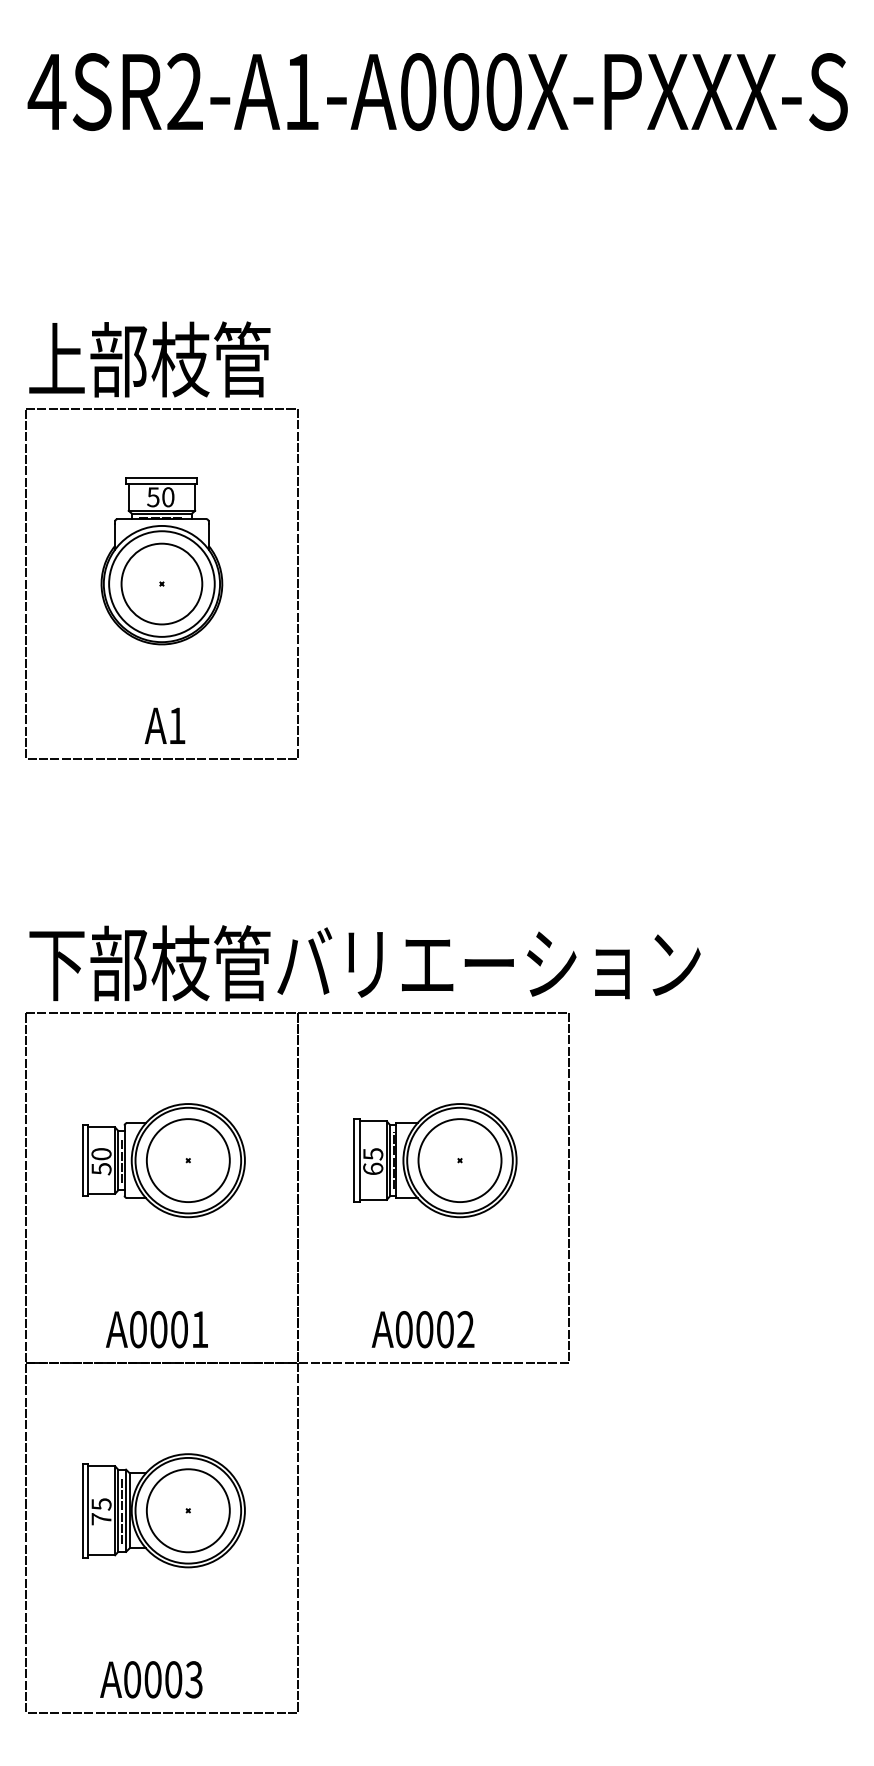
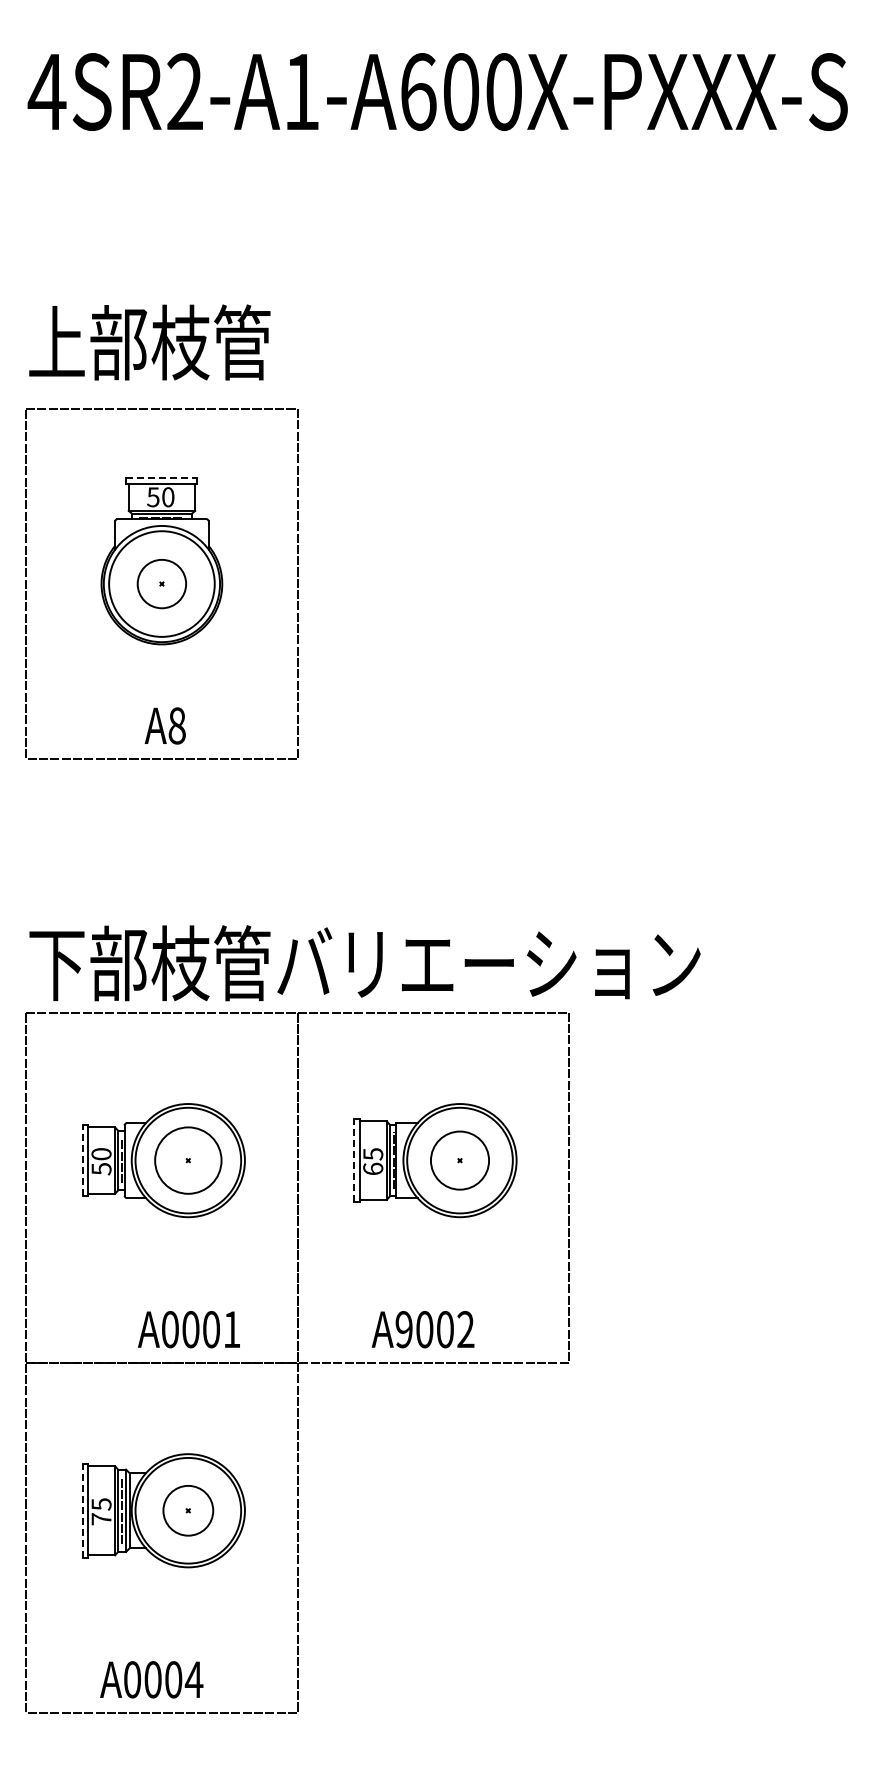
text at (418, 91): 4SR2-A1-A000X-PXXX-S -> 4SR2-A1-A600X-PXXX-S
text at (149, 359) position: (149, 359) -> (149, 342)
line at (162, 478): solid -> dashed
circle at (161, 583) diameter: 81 px -> 48 px
text at (176, 725): A1 -> A8
line at (82, 1160): solid -> dashed
circle at (187, 1160) diameter: 83 px -> 66 px
line at (354, 1160): solid -> dashed
circle at (459, 1160) diameter: 83 px -> 58 px
text at (156, 1329) position: (156, 1329) -> (188, 1329)
text at (403, 1329): A0002 -> A9002
line at (82, 1510): solid -> dashed
circle at (187, 1510) diameter: 83 px -> 50 px
text at (193, 1679): A0003 -> A0004
